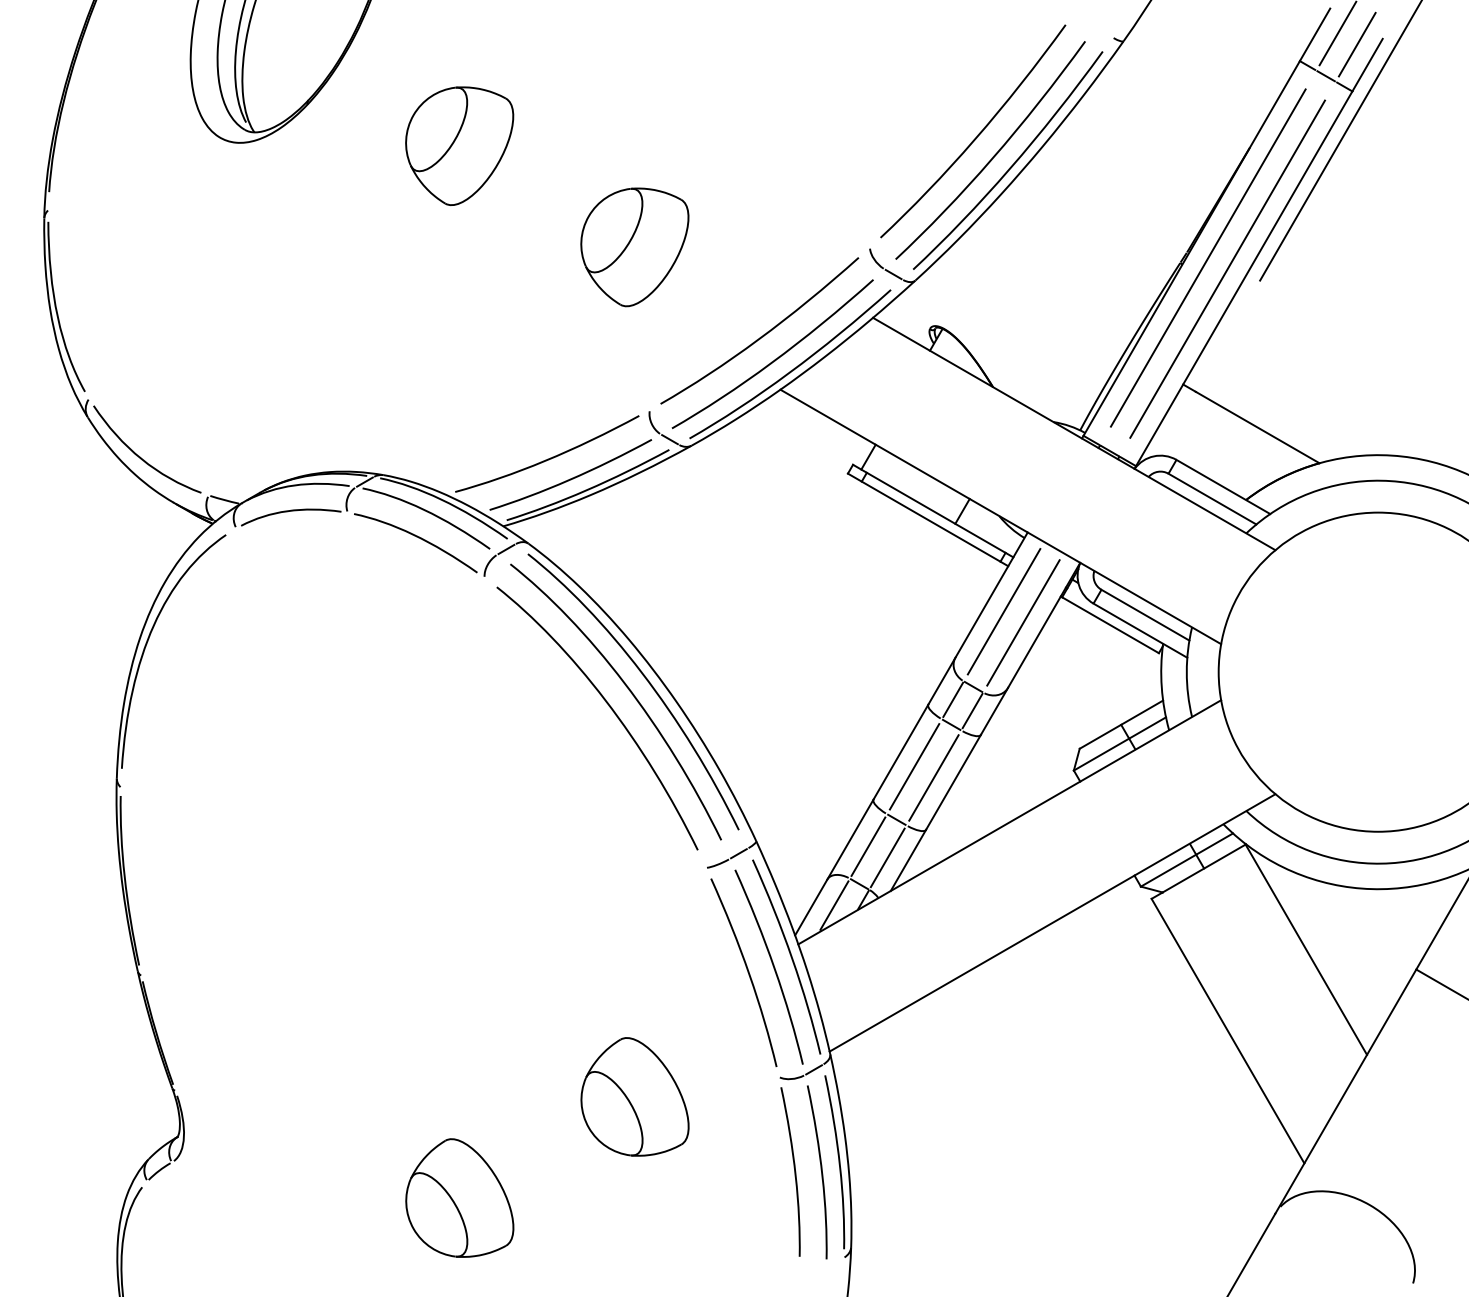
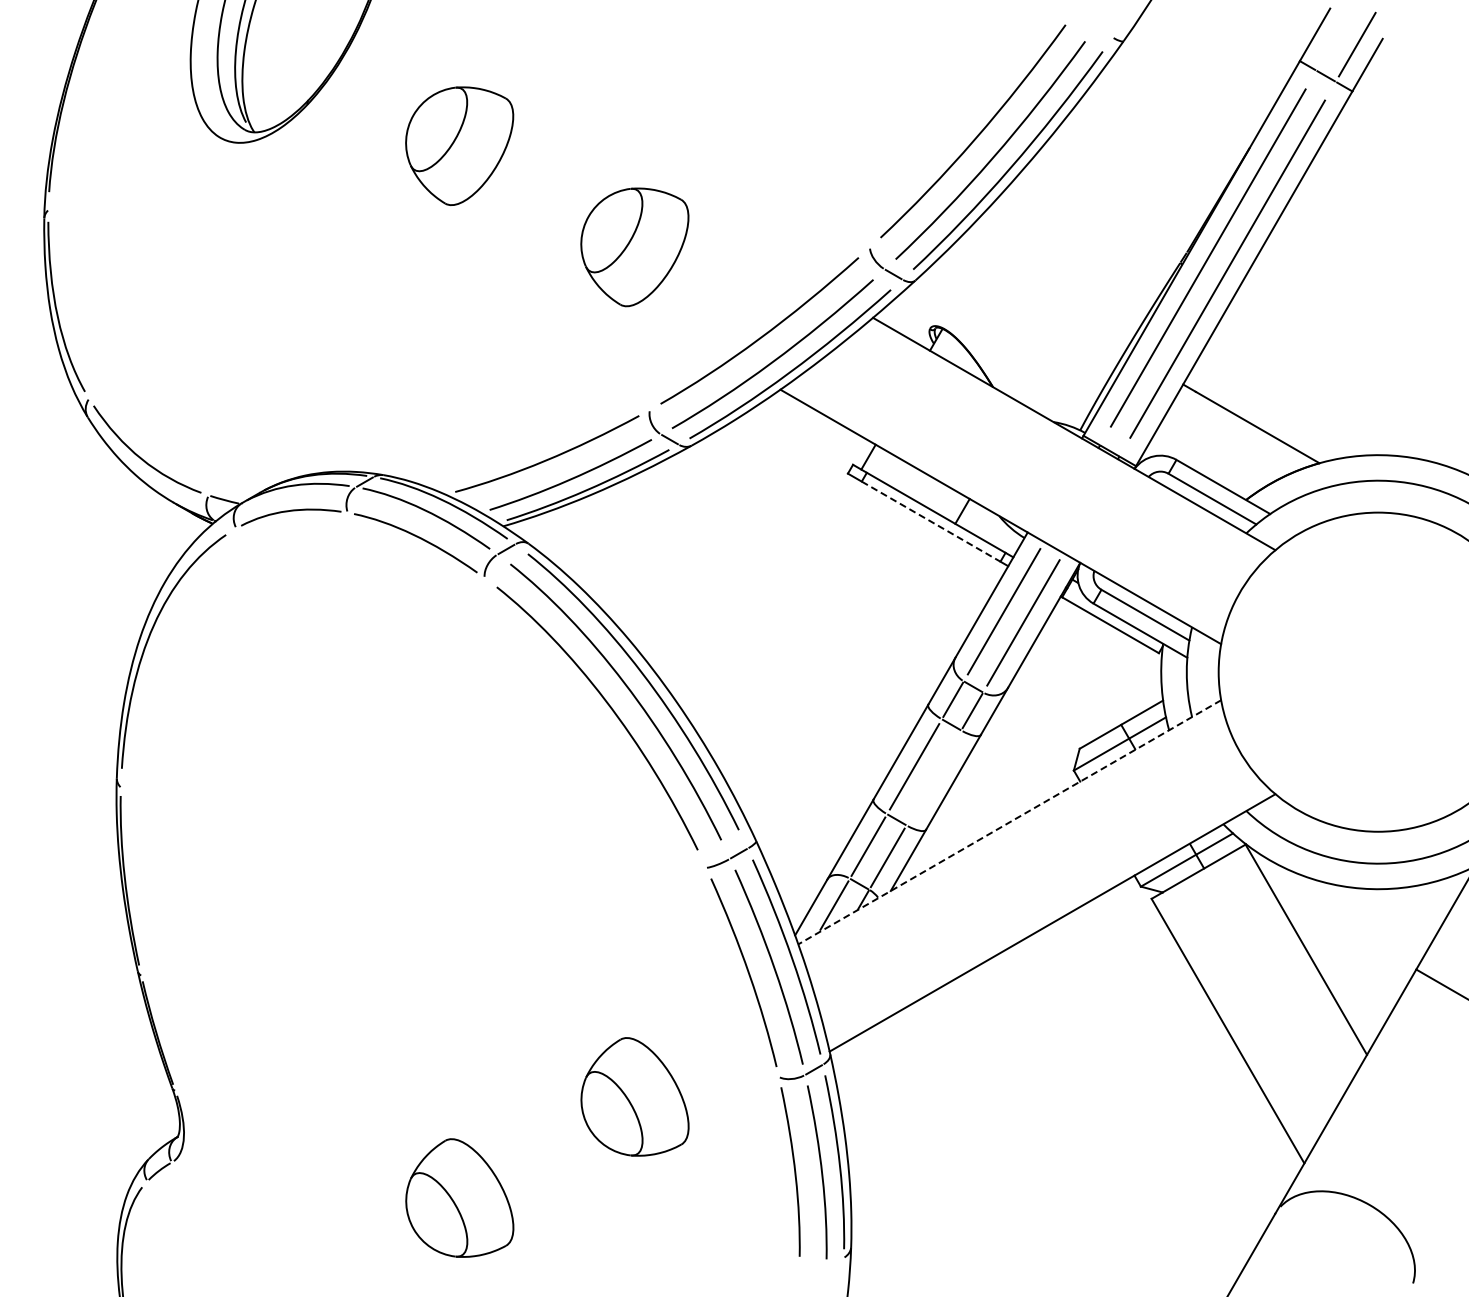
line at (1337, 33): present -> none
line at (1340, 141): present -> none
line at (931, 521): solid -> dashed
line at (933, 777): present -> none
line at (1009, 822): solid -> dashed
